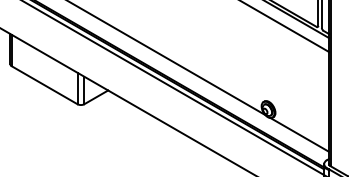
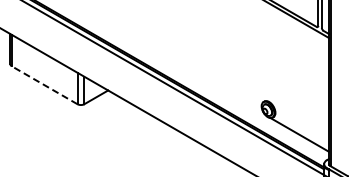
line at (285, 27): present -> none
line at (167, 58): present -> none
line at (44, 85): solid -> dashed
